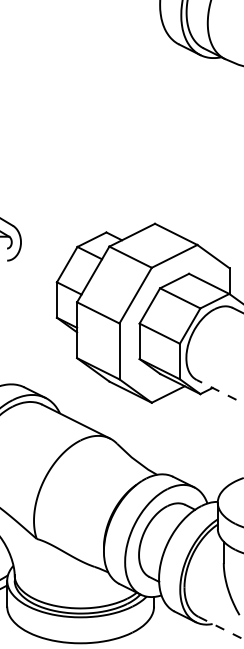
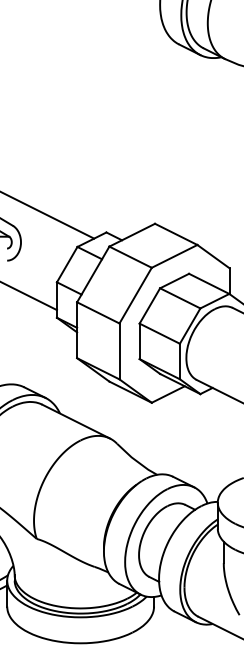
line at (48, 215): none -> present
line at (29, 296): none -> present
line at (220, 391): dashed -> solid
line at (221, 628): dashed -> solid
